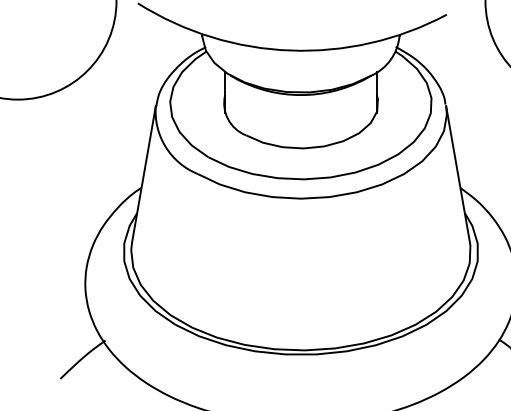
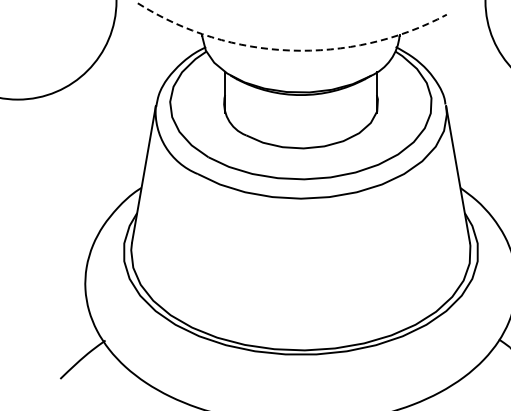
arc at (290, 50): solid -> dashed
